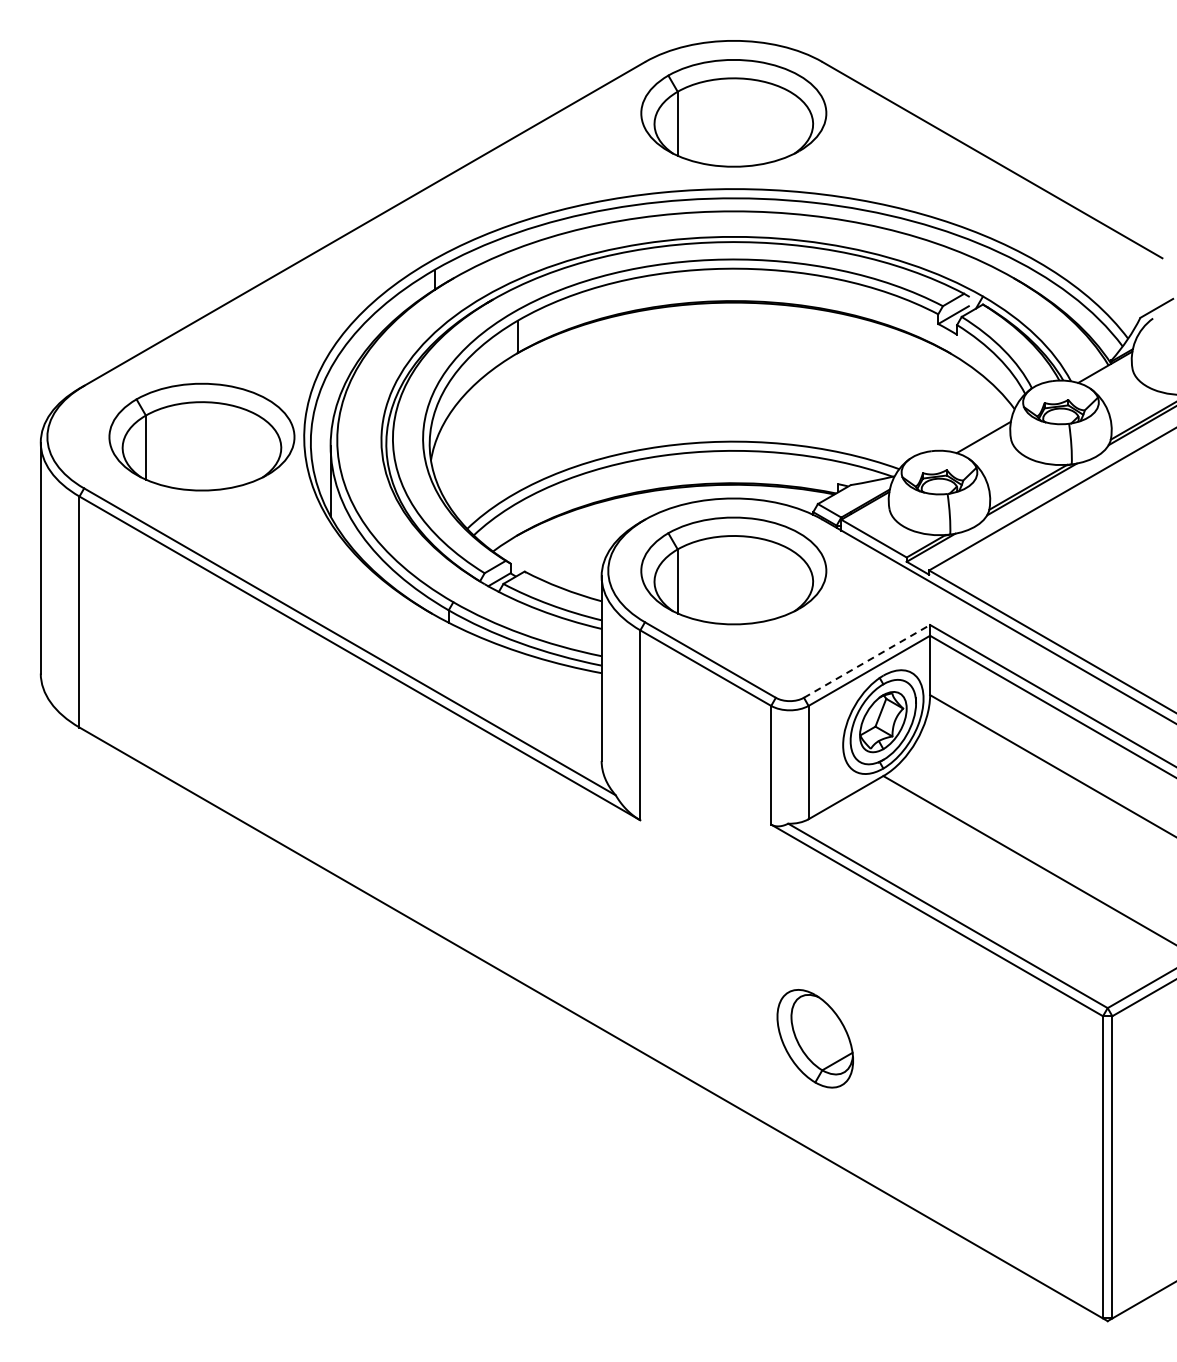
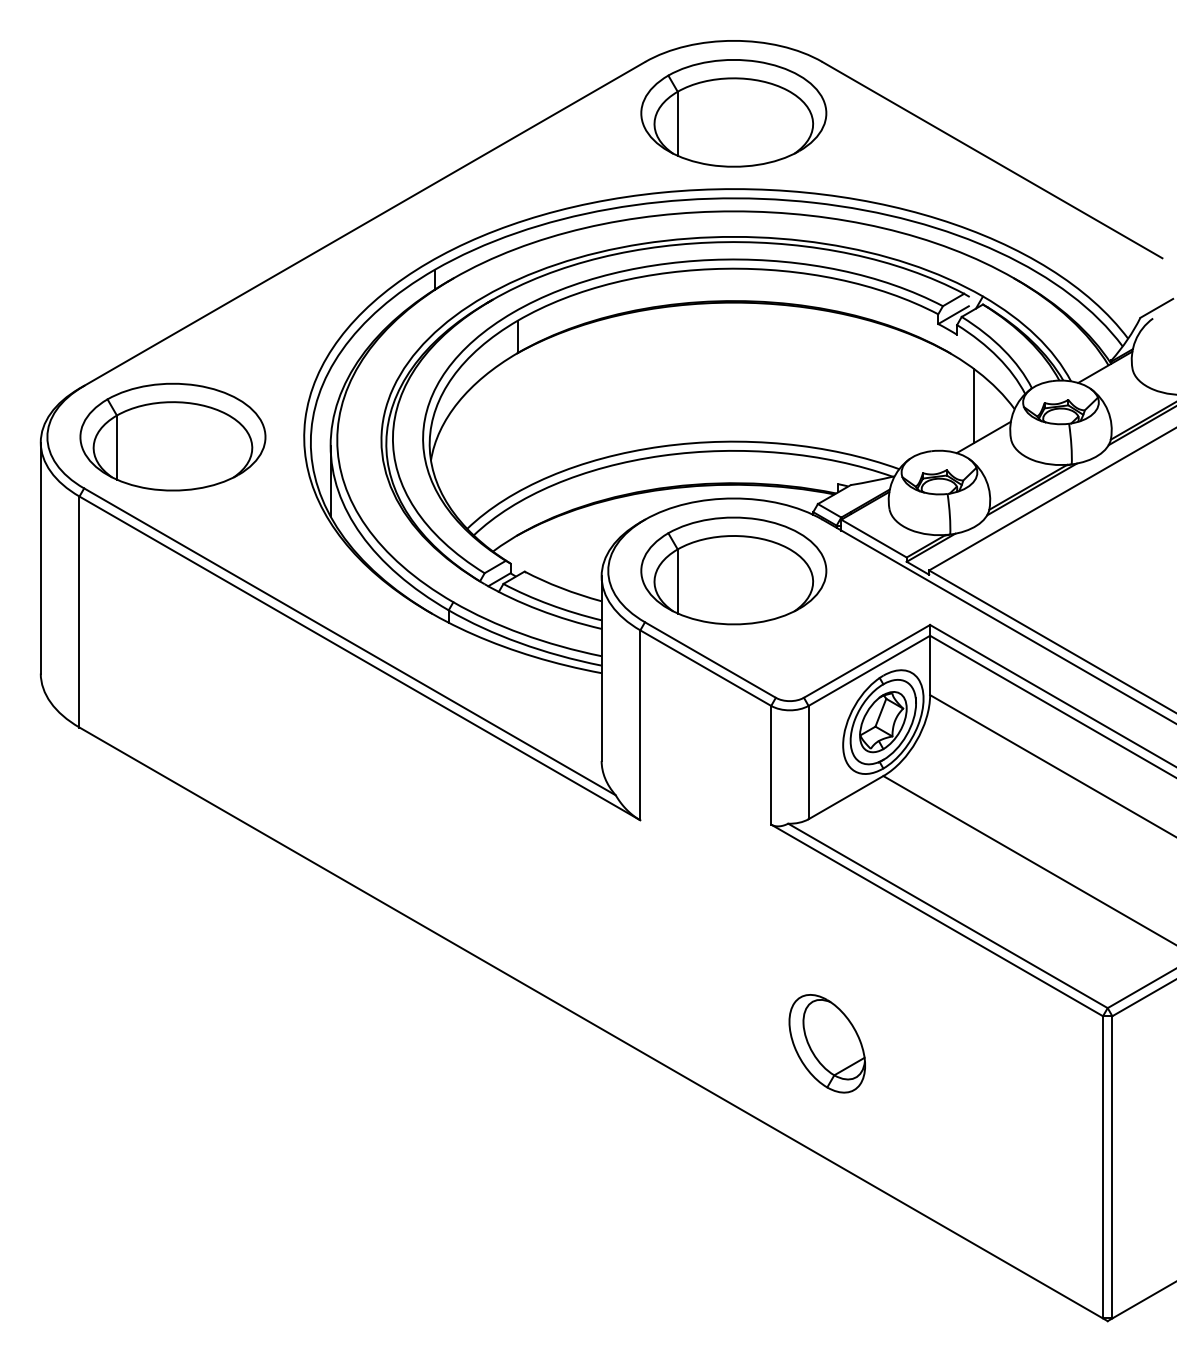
line at (973, 405): none -> present
part at (201, 436) position: (201, 436) -> (172, 436)
line at (867, 661): dashed -> solid
part at (814, 1038) position: (814, 1038) -> (826, 1043)
